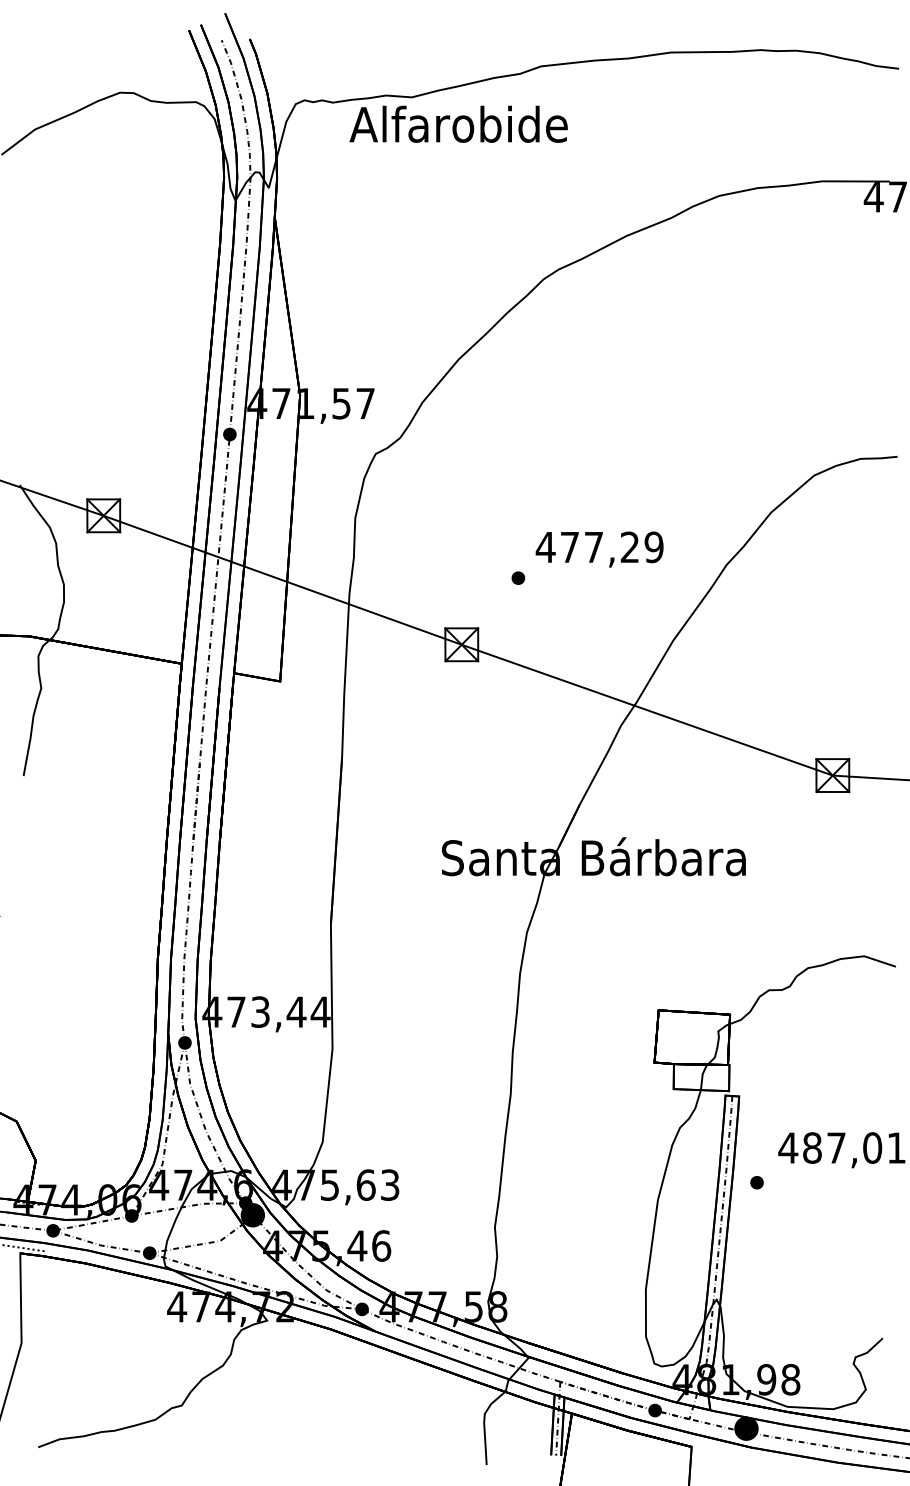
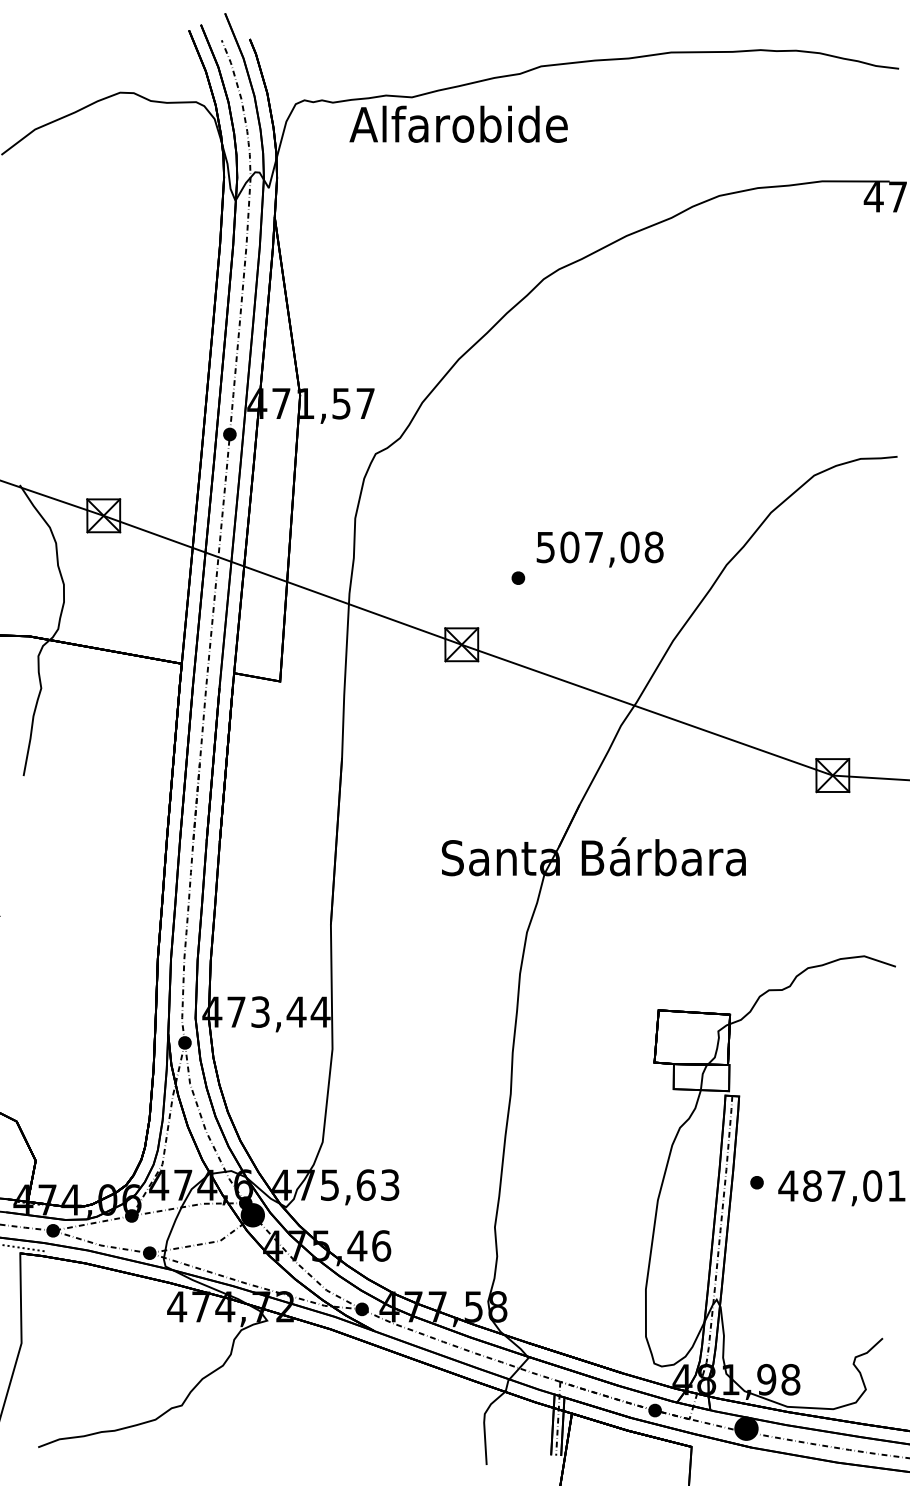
text at (599, 547): 477,29 -> 507,08
text at (841, 1150) position: (841, 1150) -> (841, 1188)
